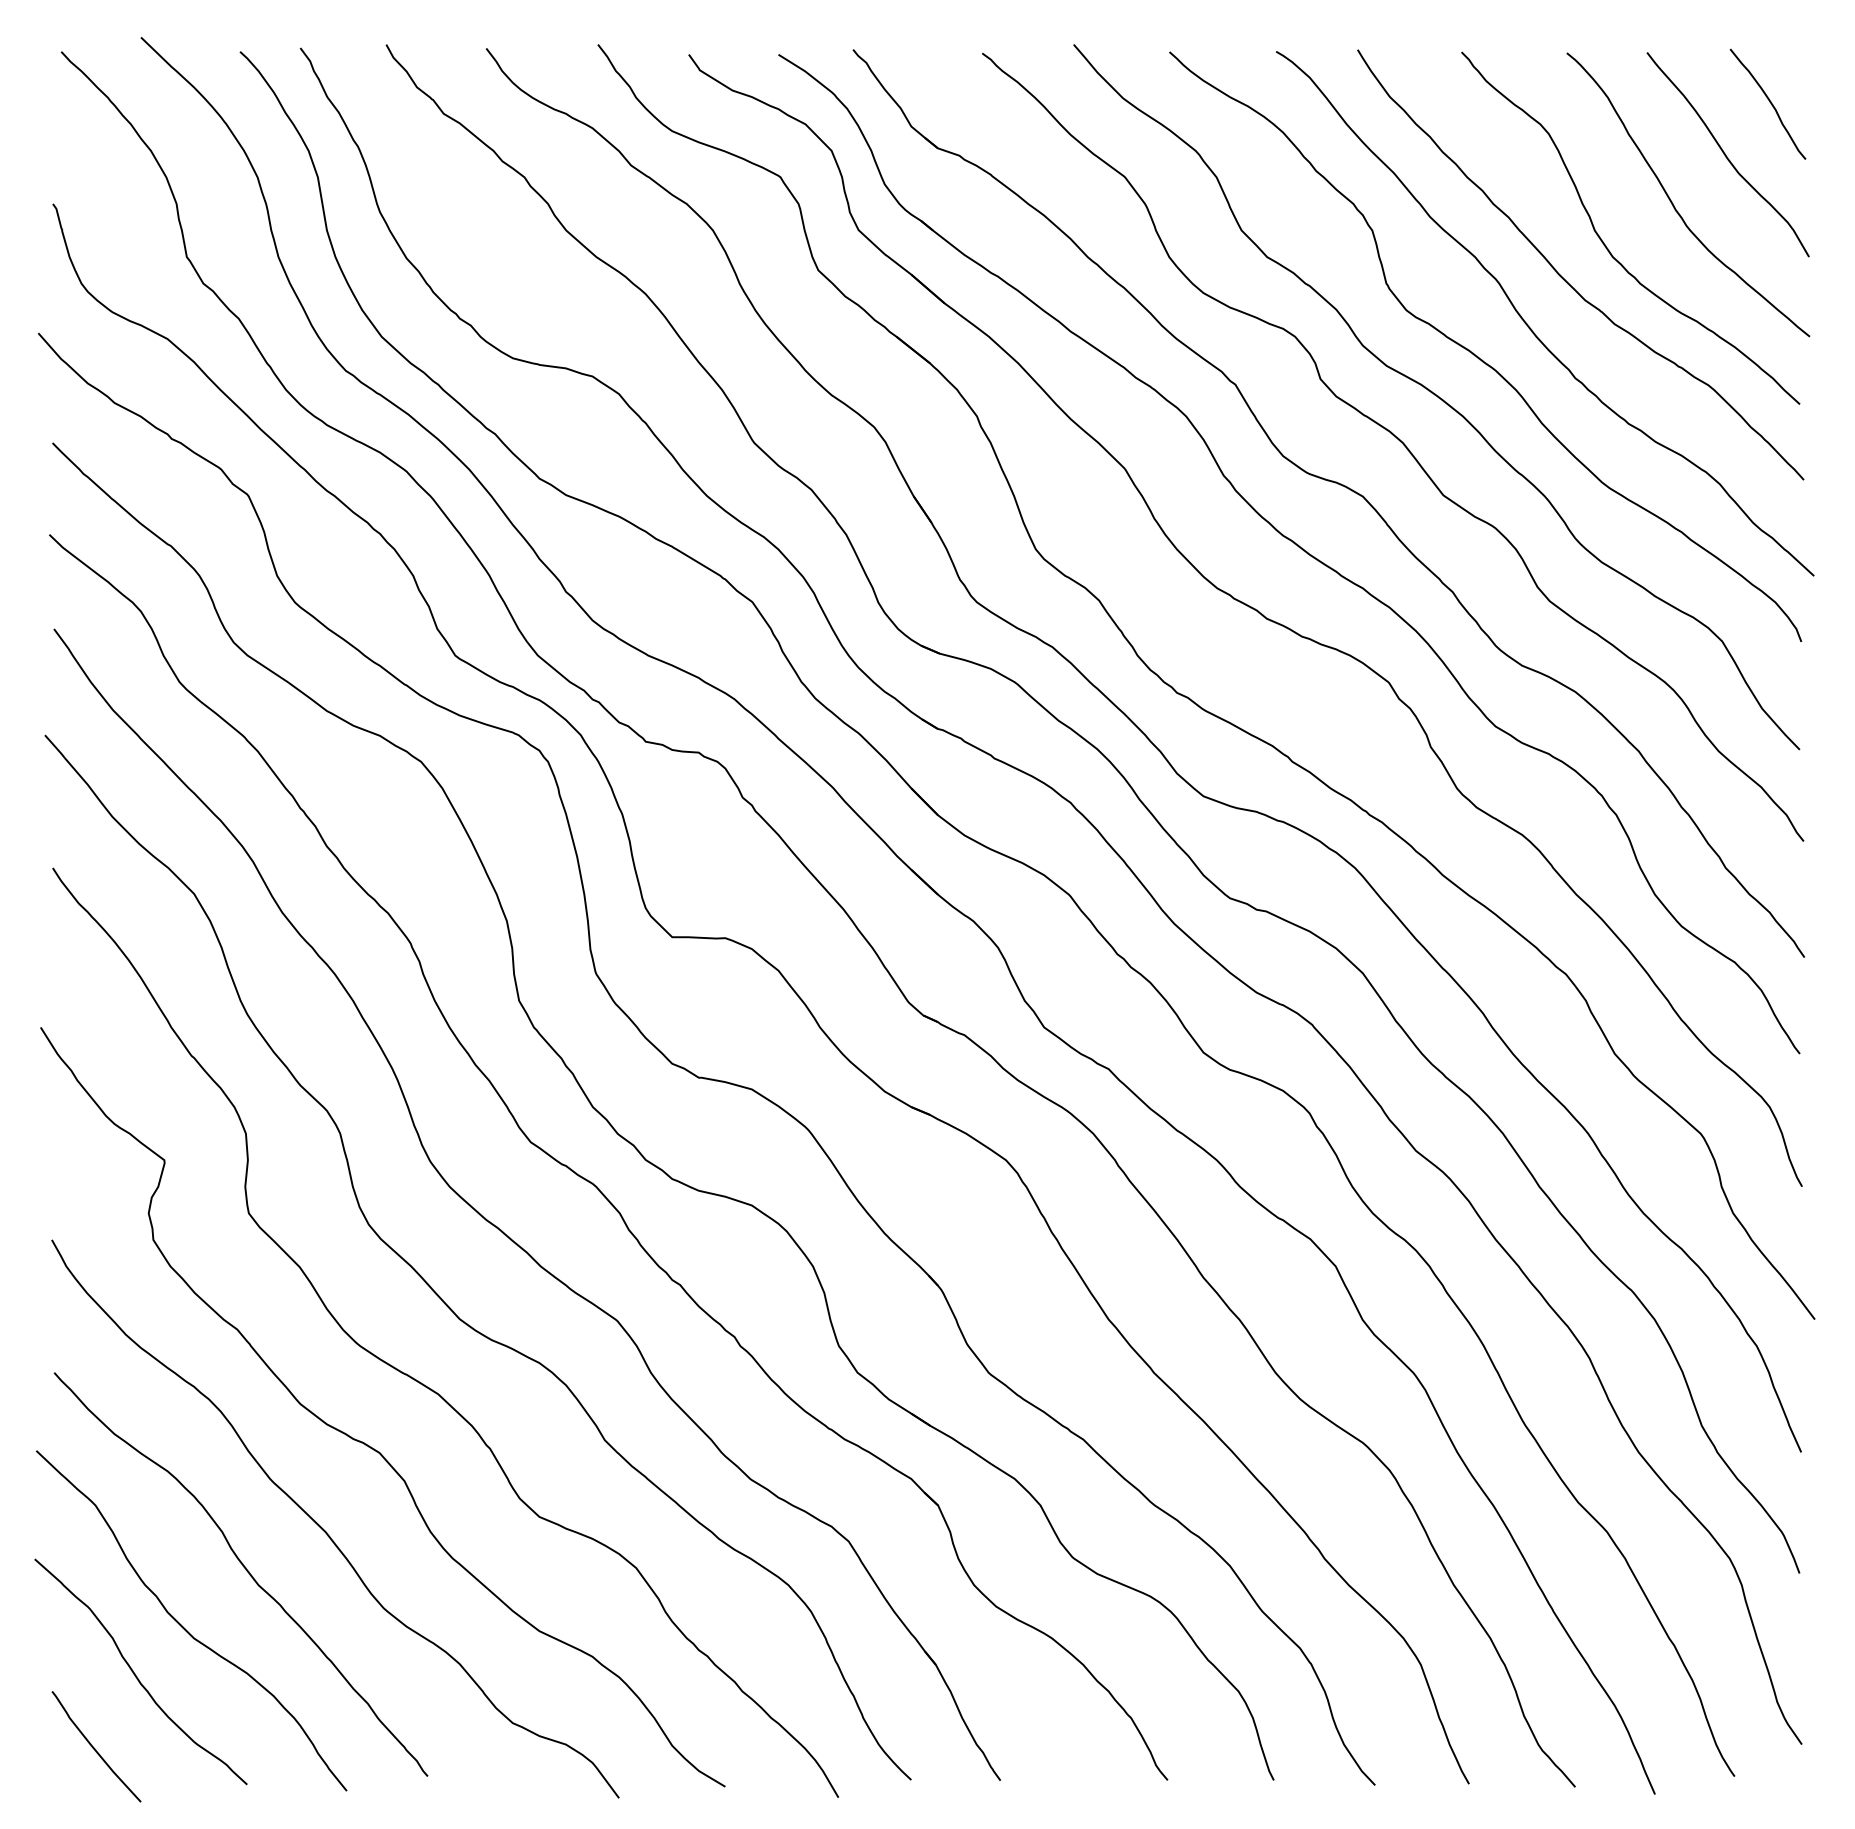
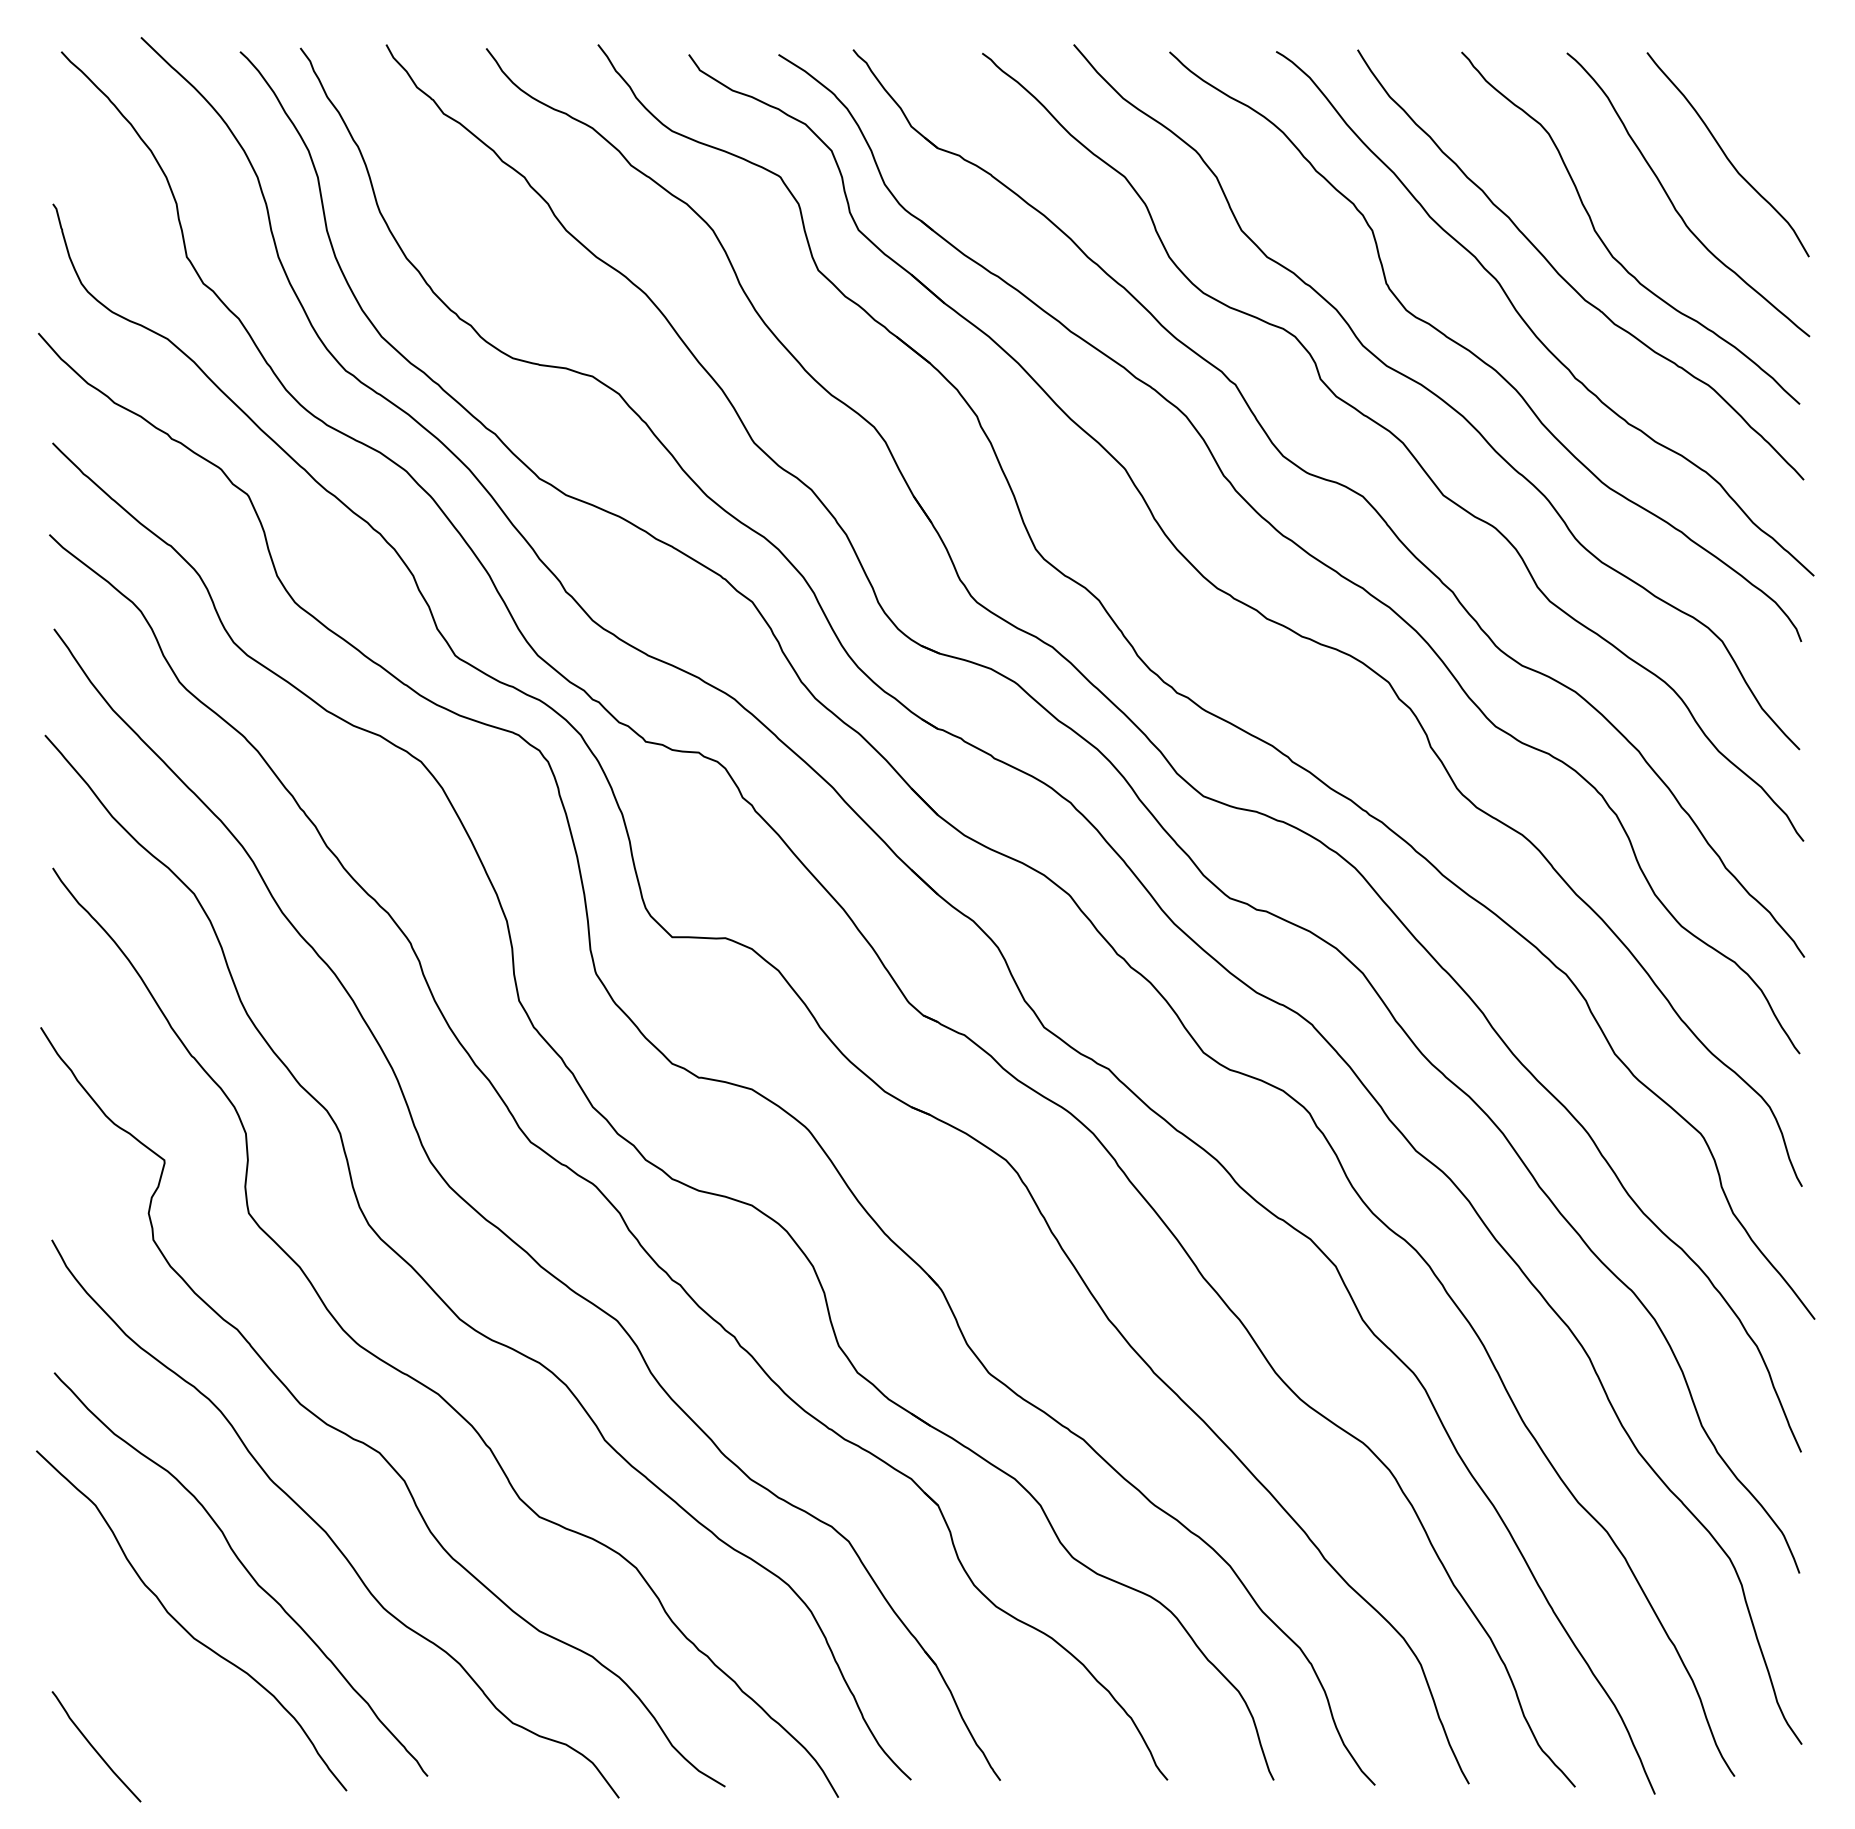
curve at (1769, 102): present -> none
curve at (135, 1673): present -> none
